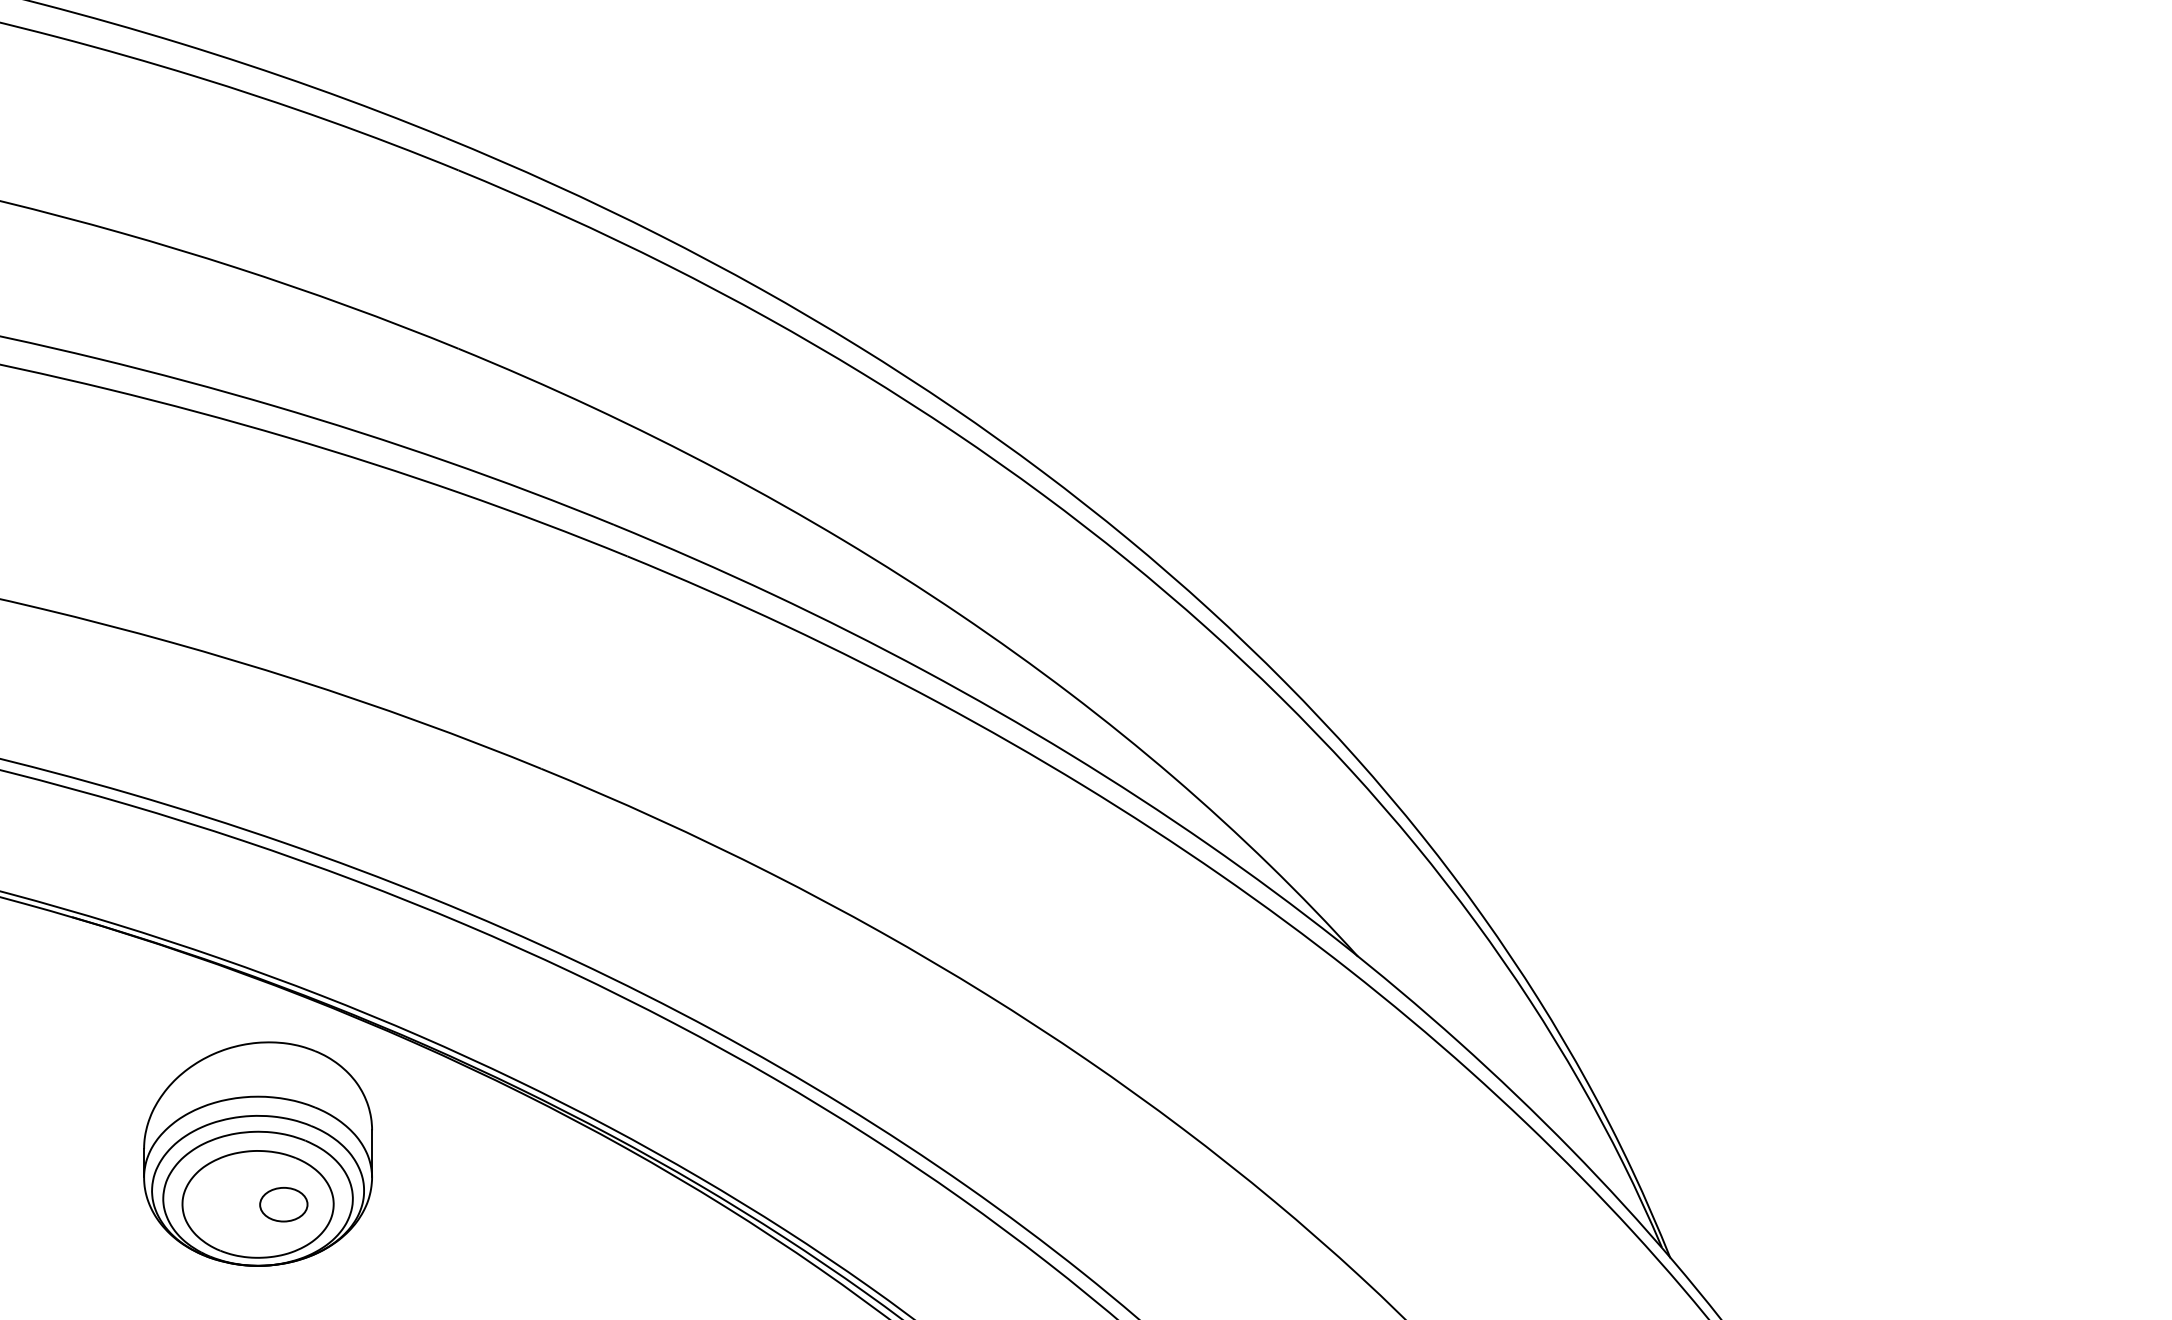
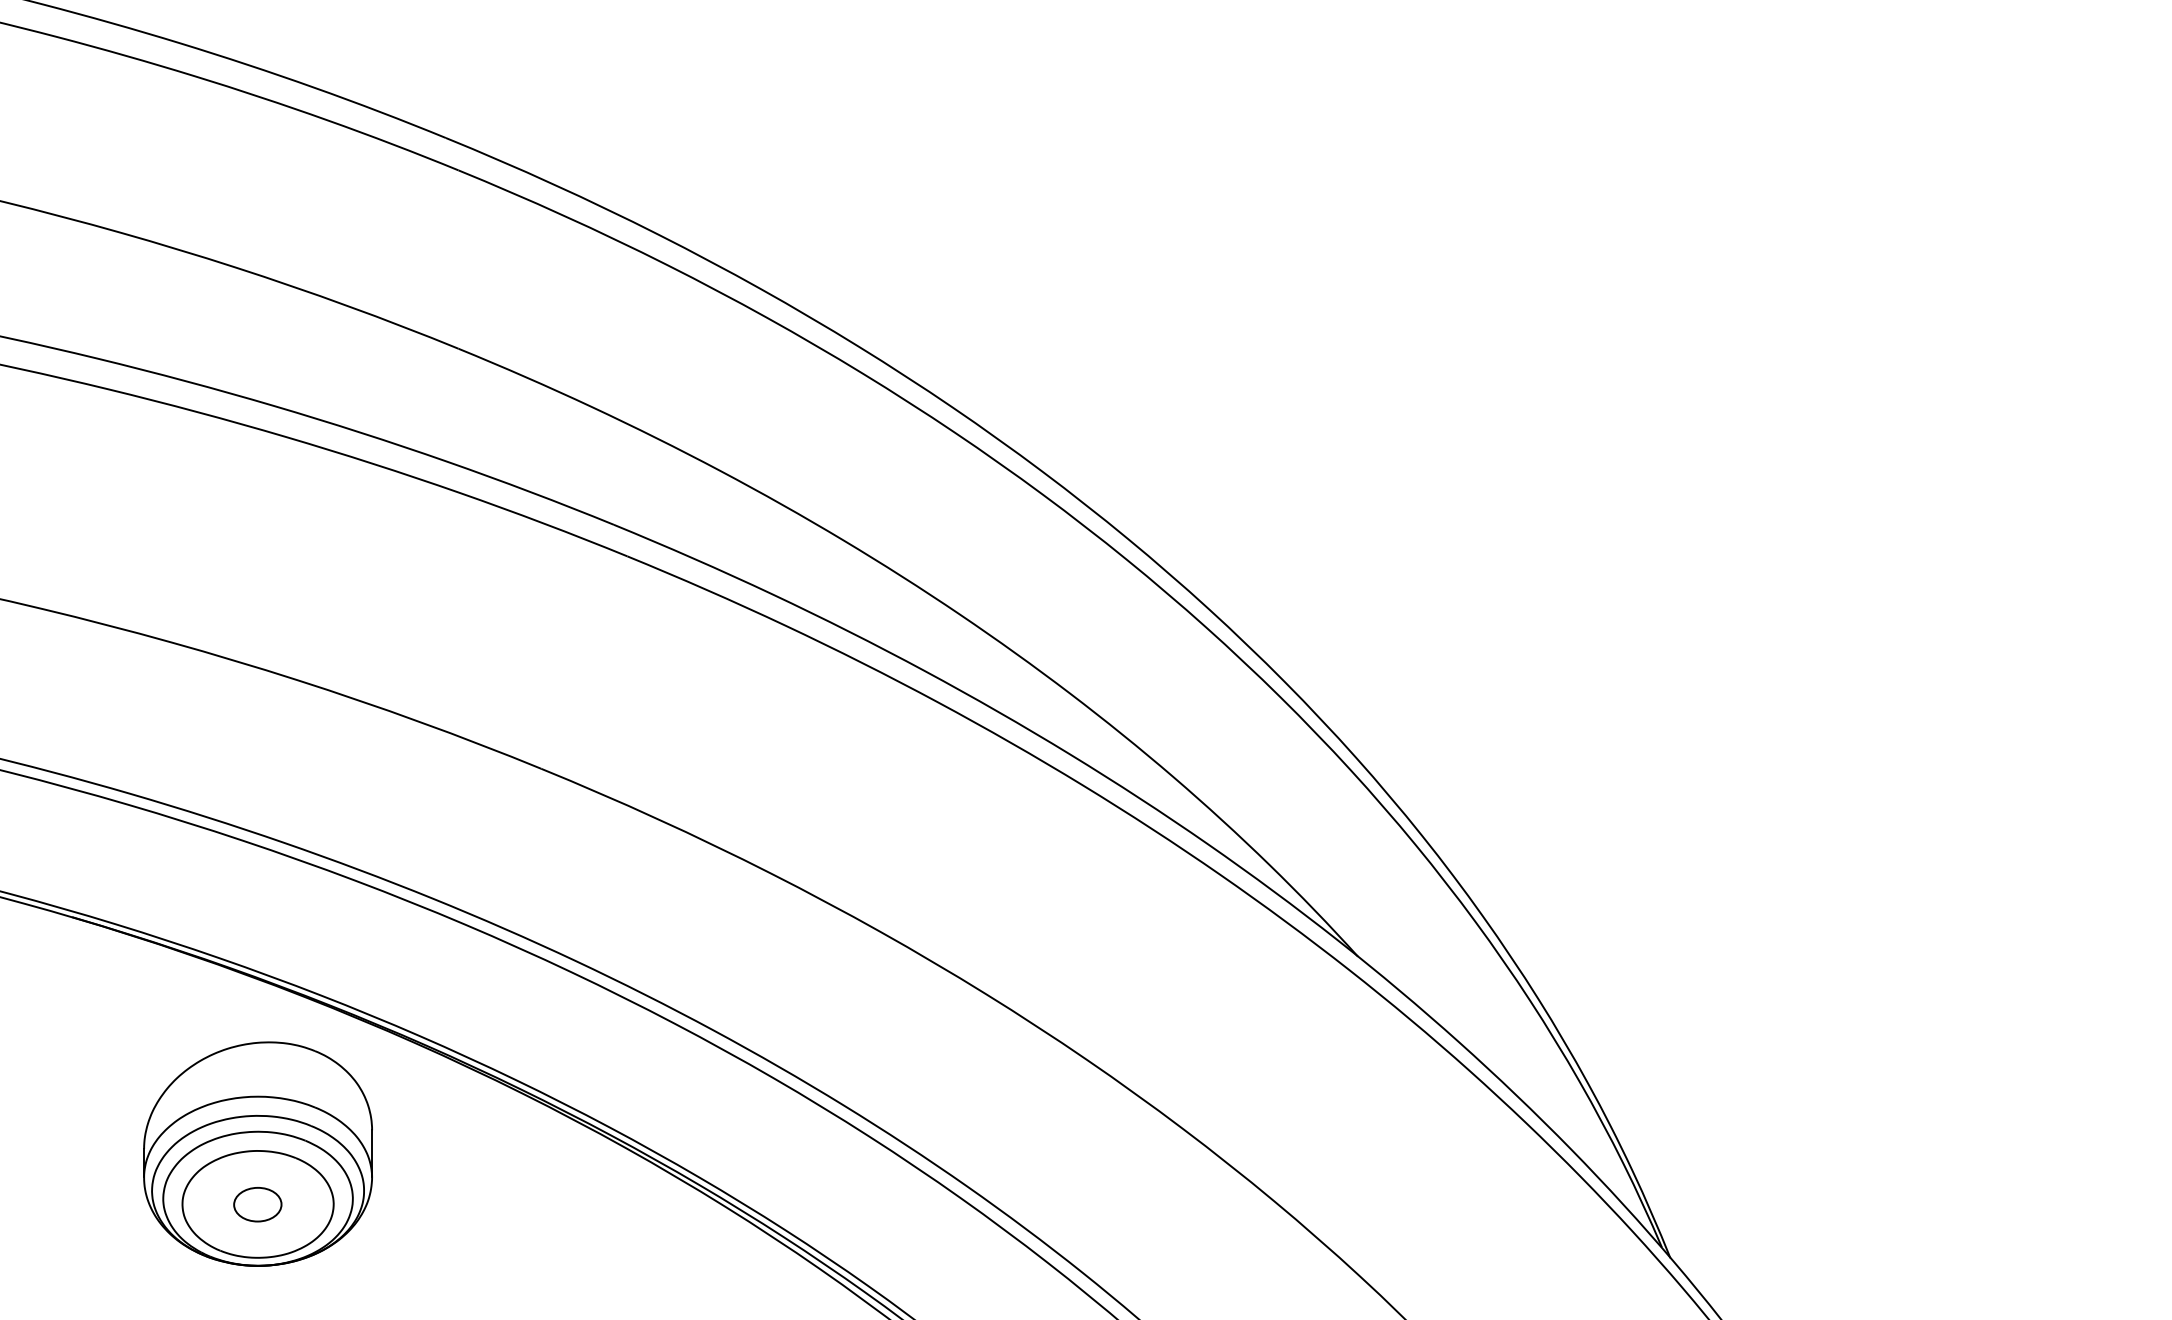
part at (283, 1204) position: (283, 1204) -> (257, 1204)
